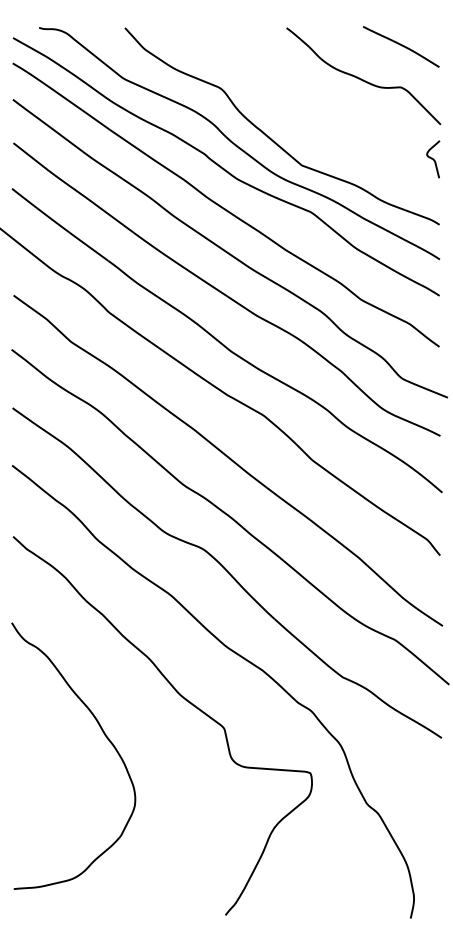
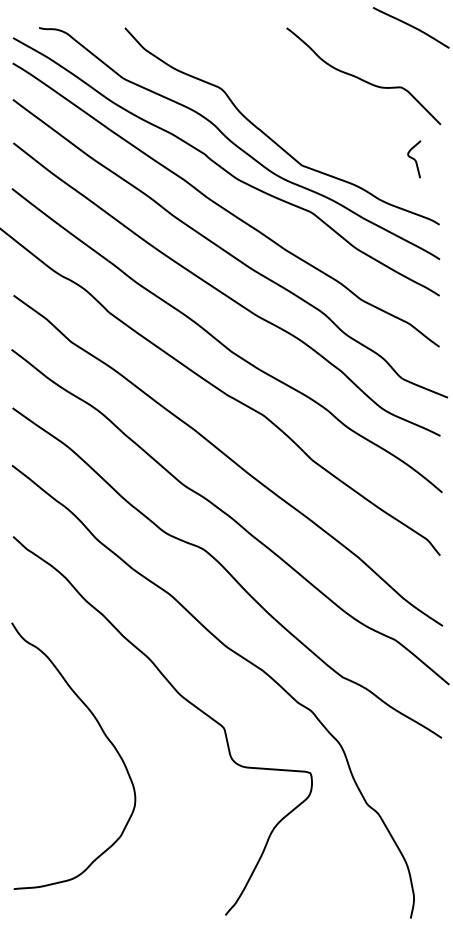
curve at (400, 45) position: (400, 45) -> (410, 26)
curve at (433, 159) position: (433, 159) -> (414, 159)
